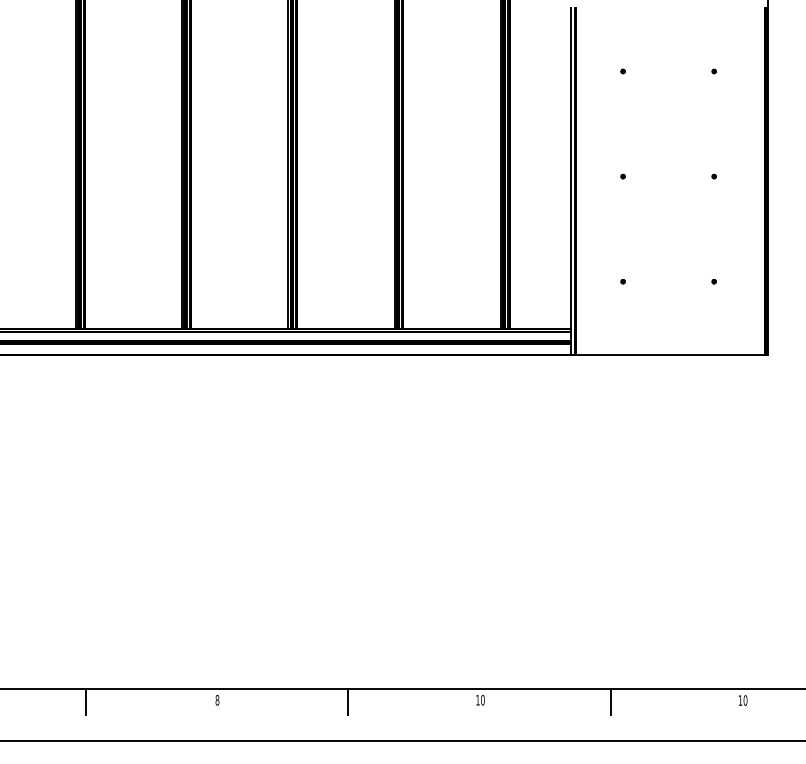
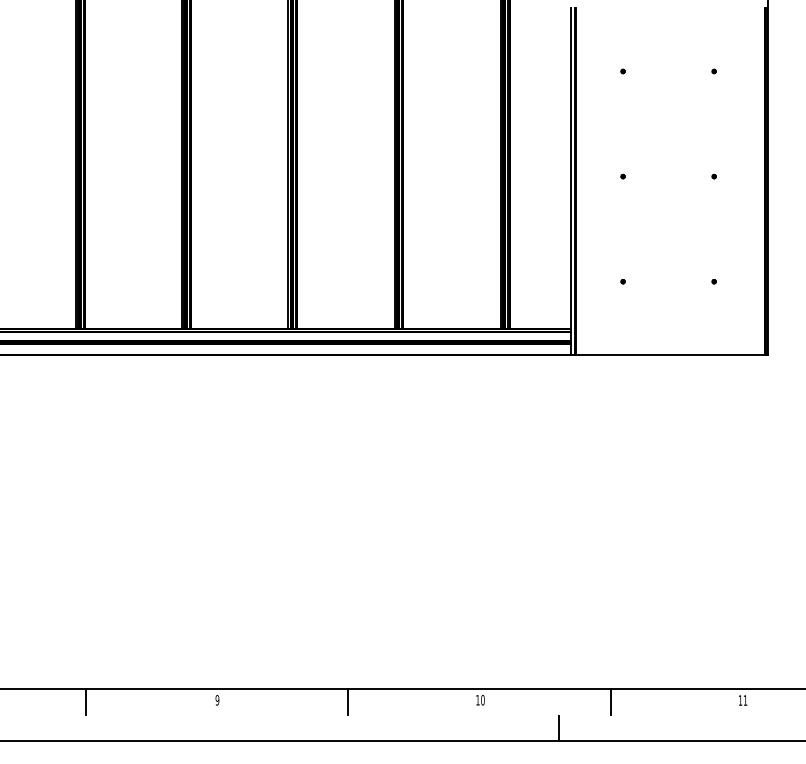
text at (217, 700): 8 -> 9
text at (745, 700): 10 -> 11
line at (558, 727): none -> present
